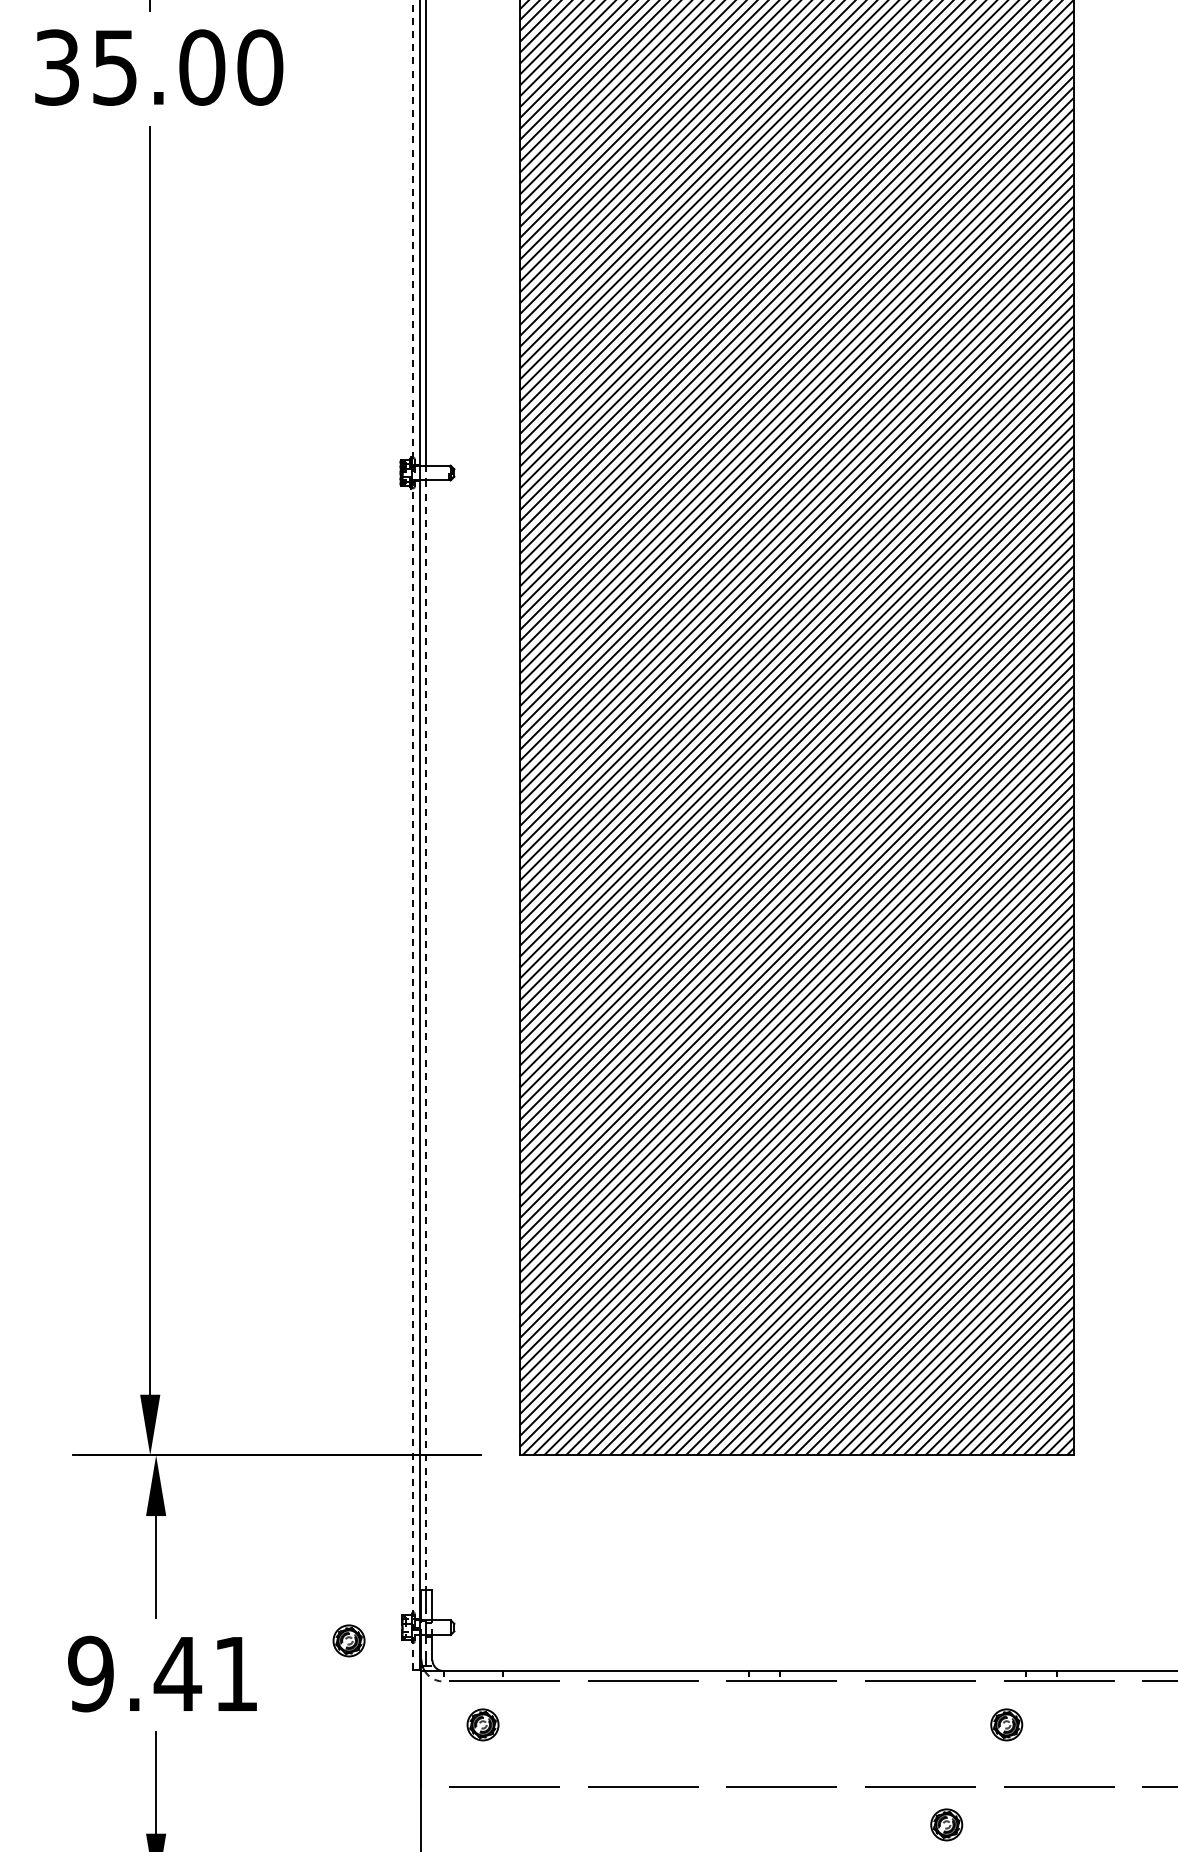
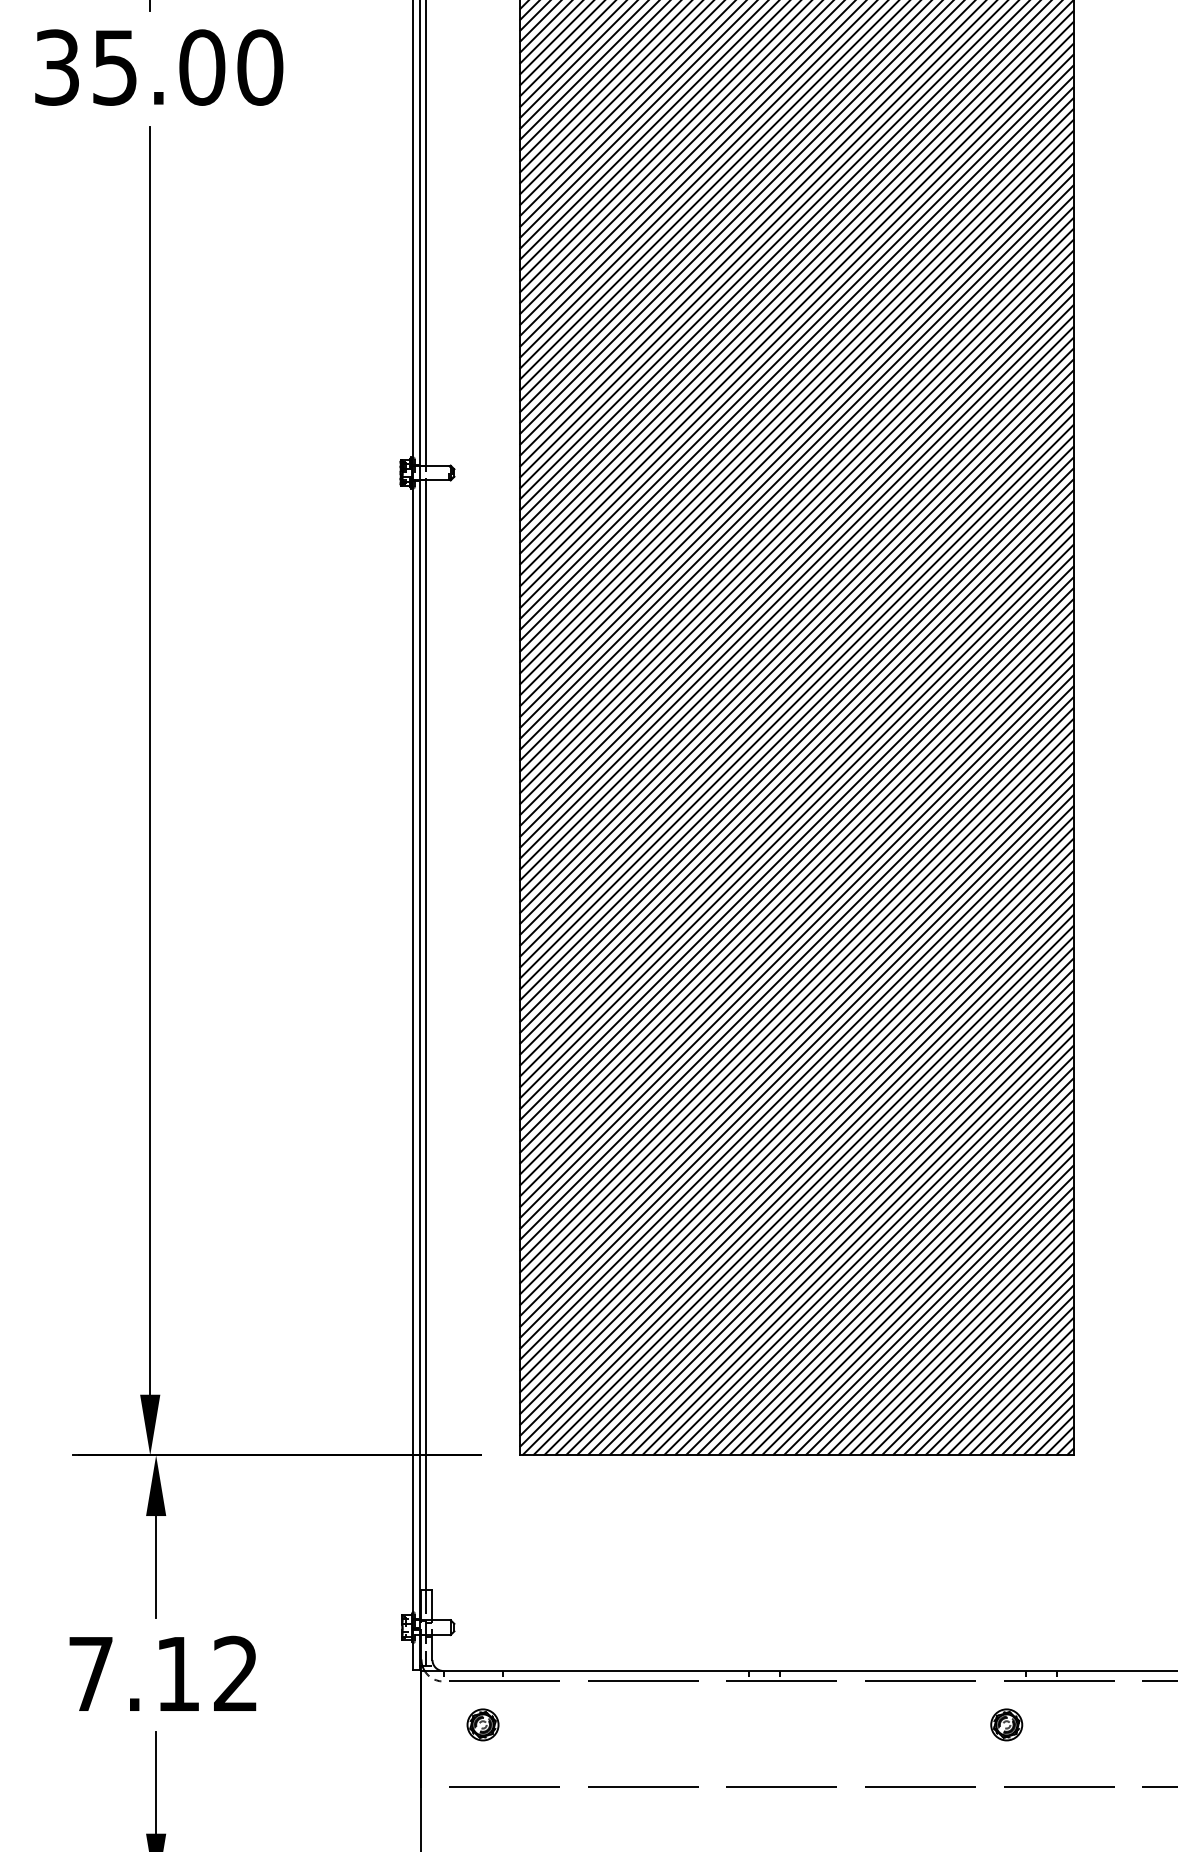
line at (413, 835): dashed -> solid
line at (425, 1035): dashed -> solid
part at (348, 1640): present -> none
text at (162, 1673): 9.41 -> 7.12
part at (946, 1824): present -> none
